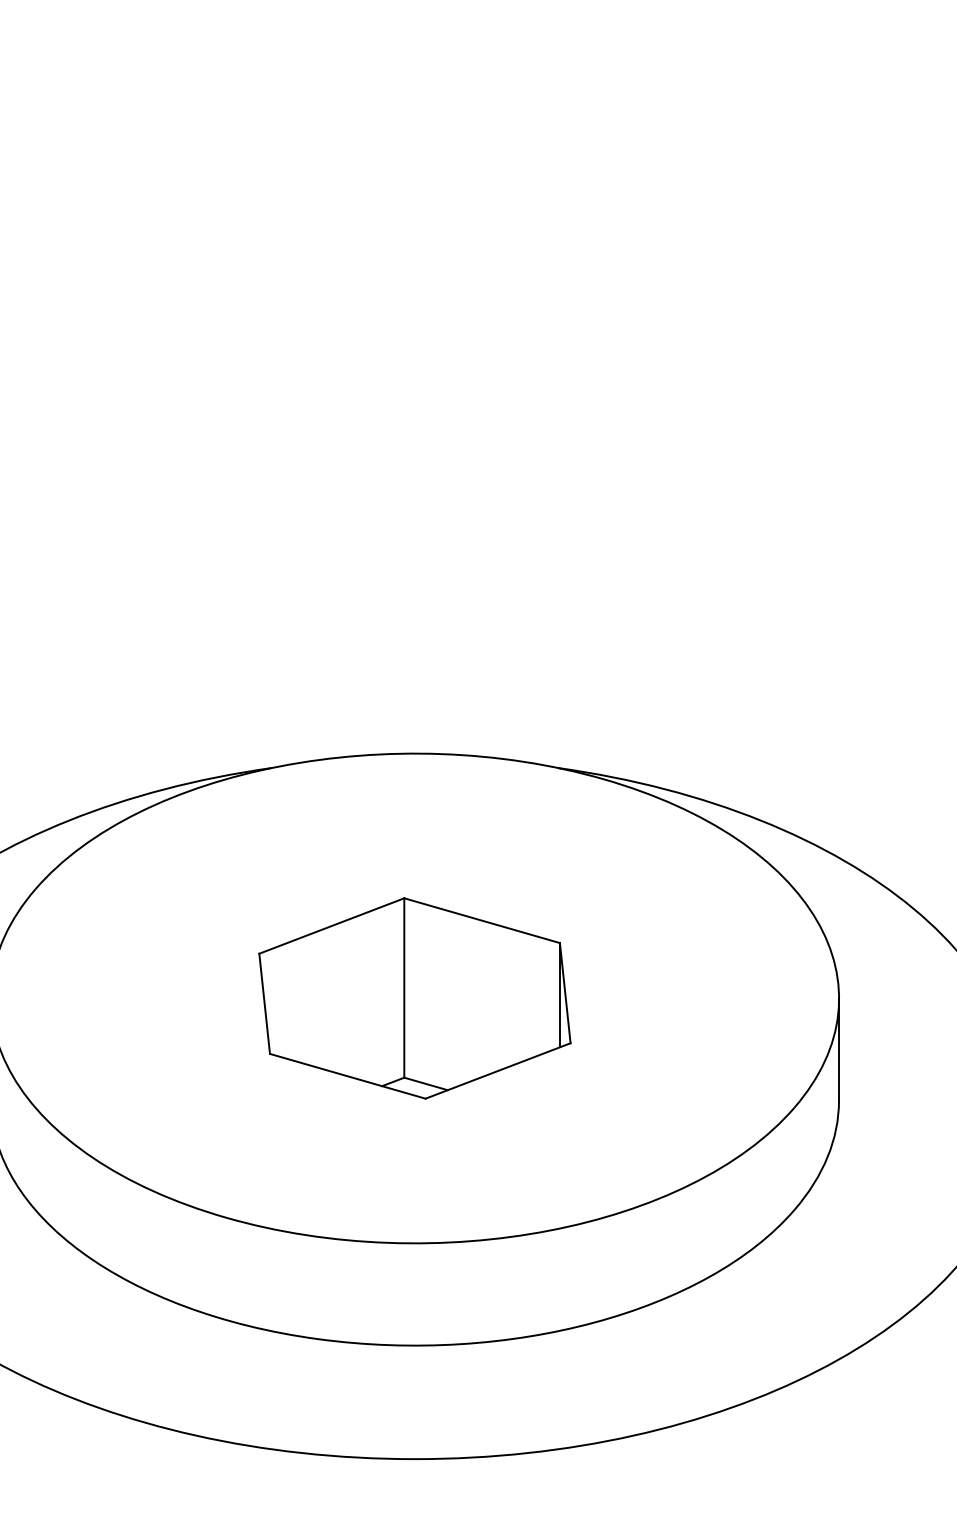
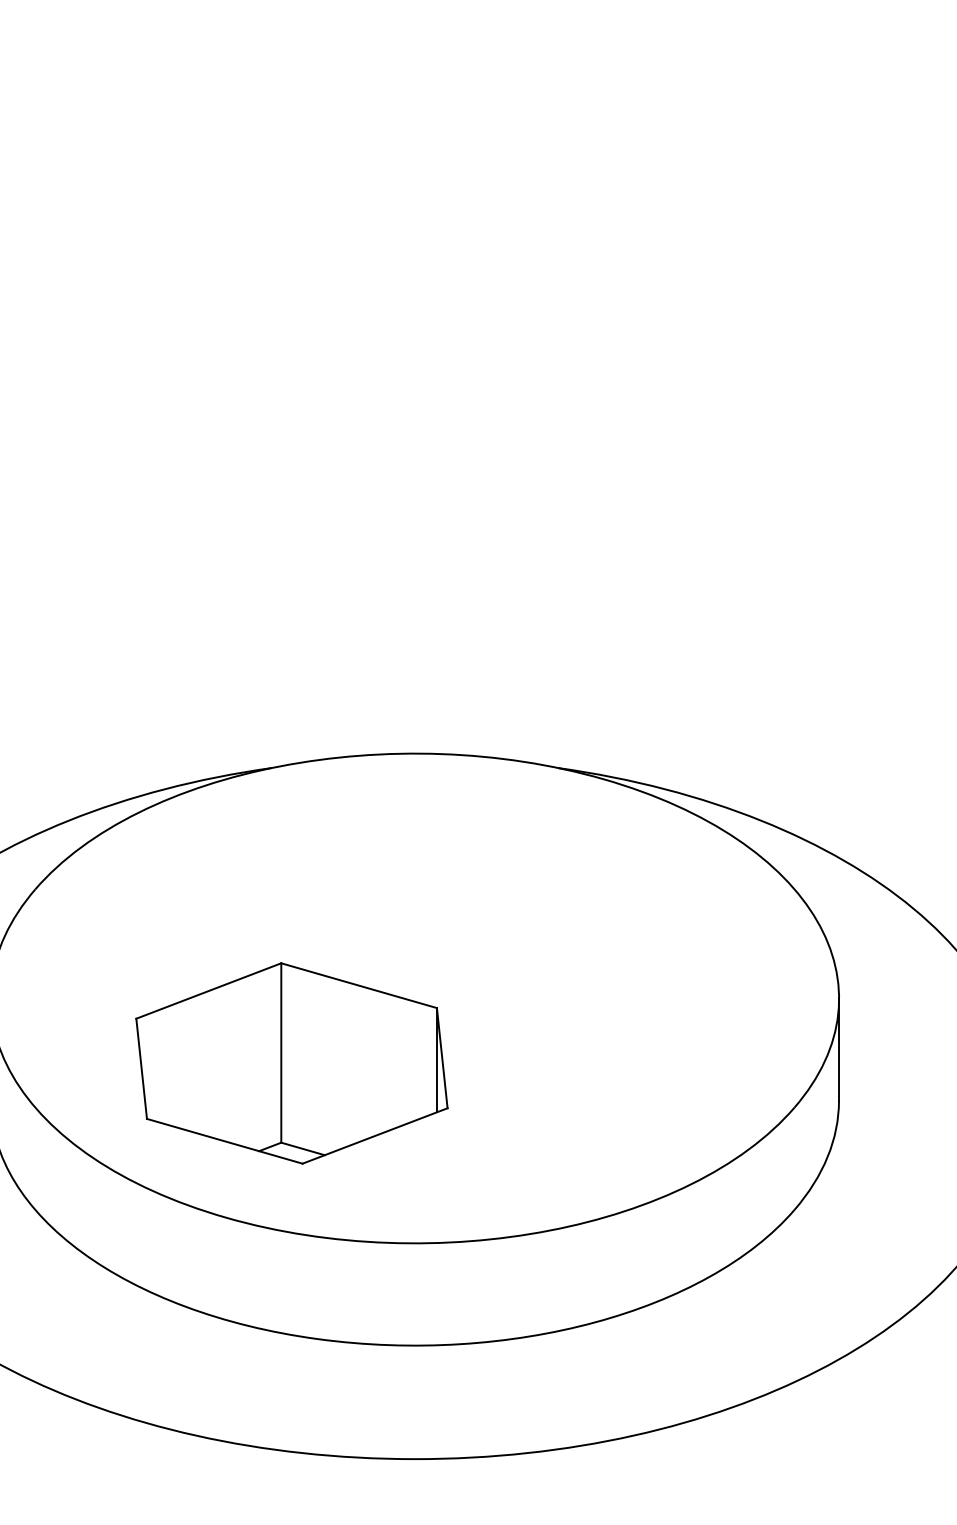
part at (414, 998) position: (414, 998) -> (291, 1063)
